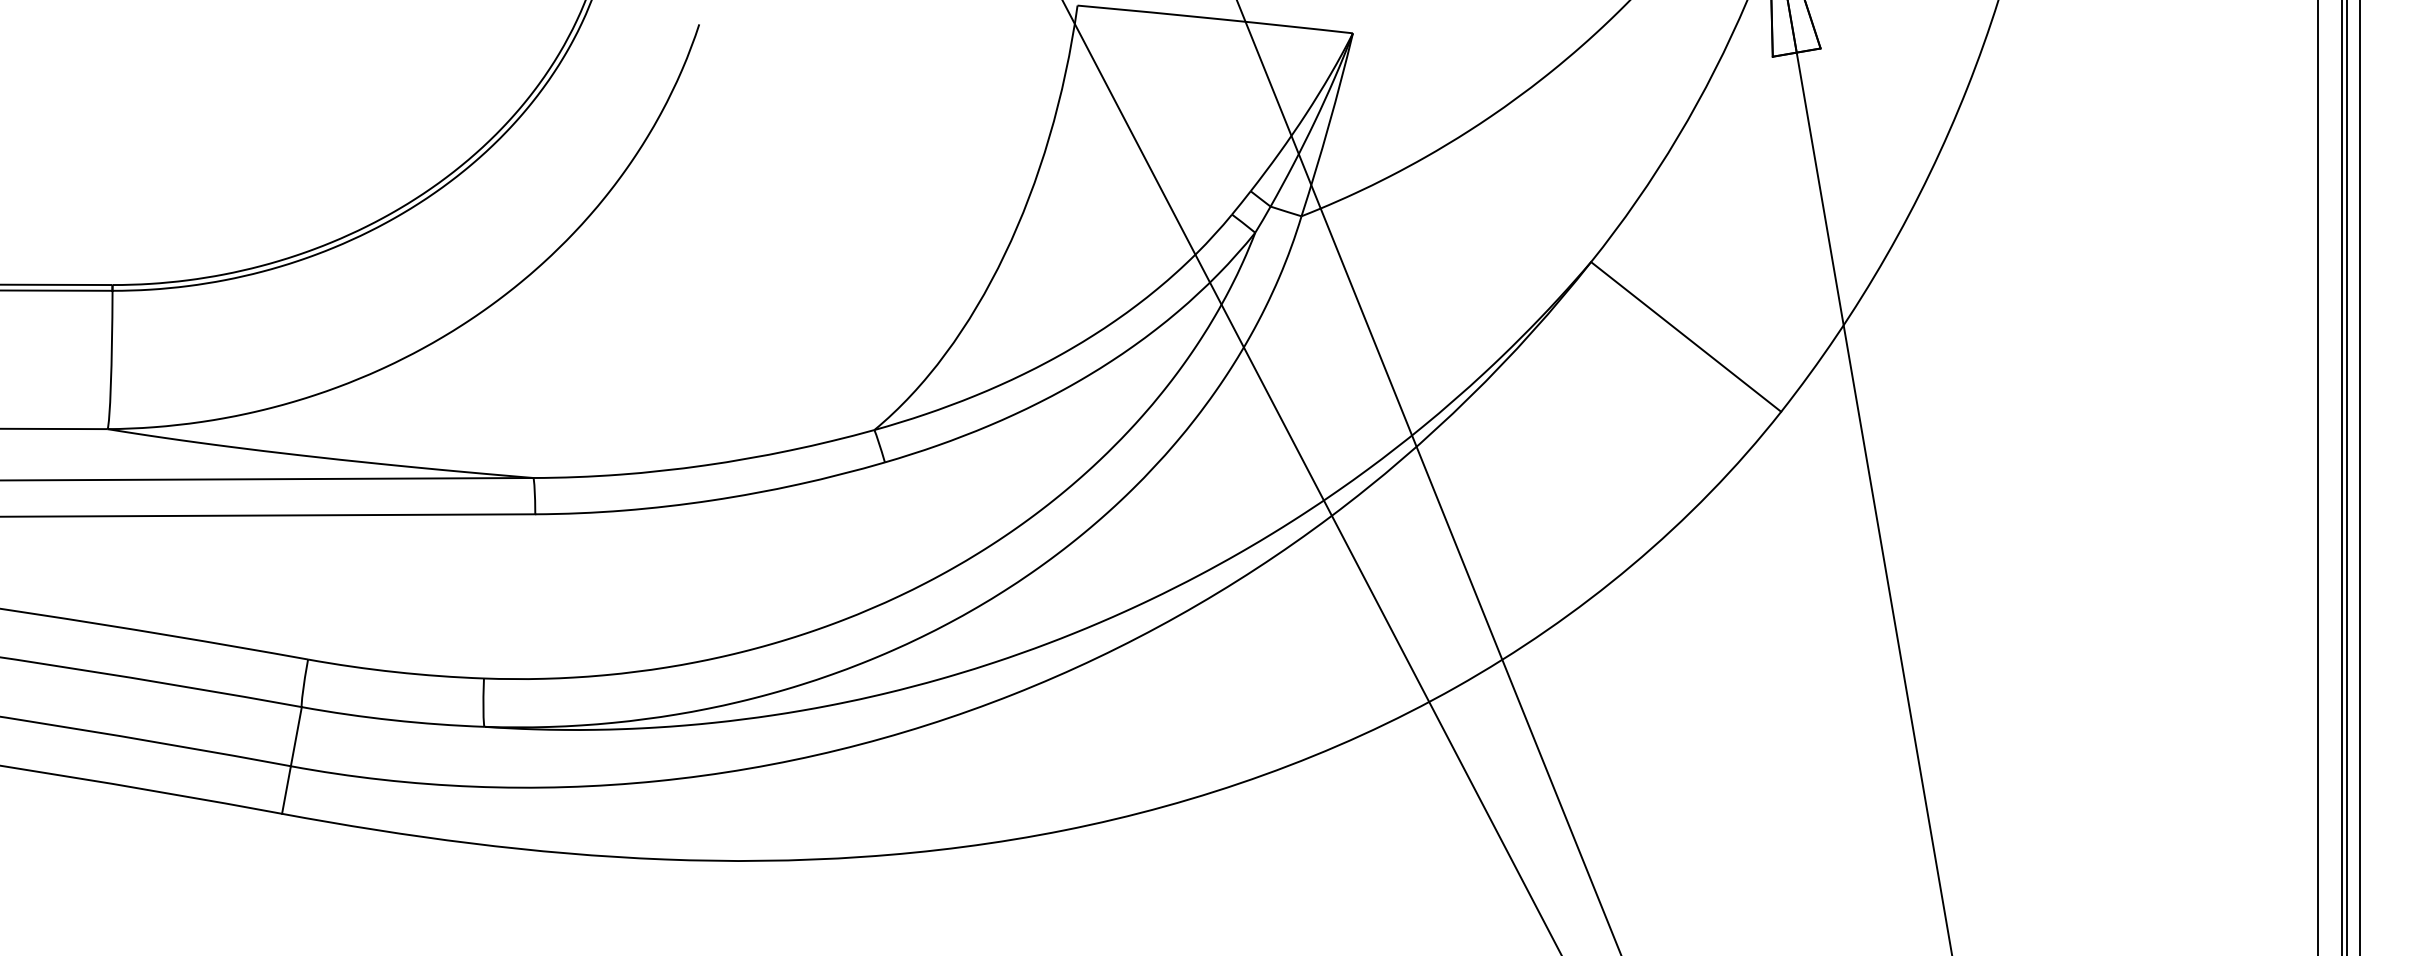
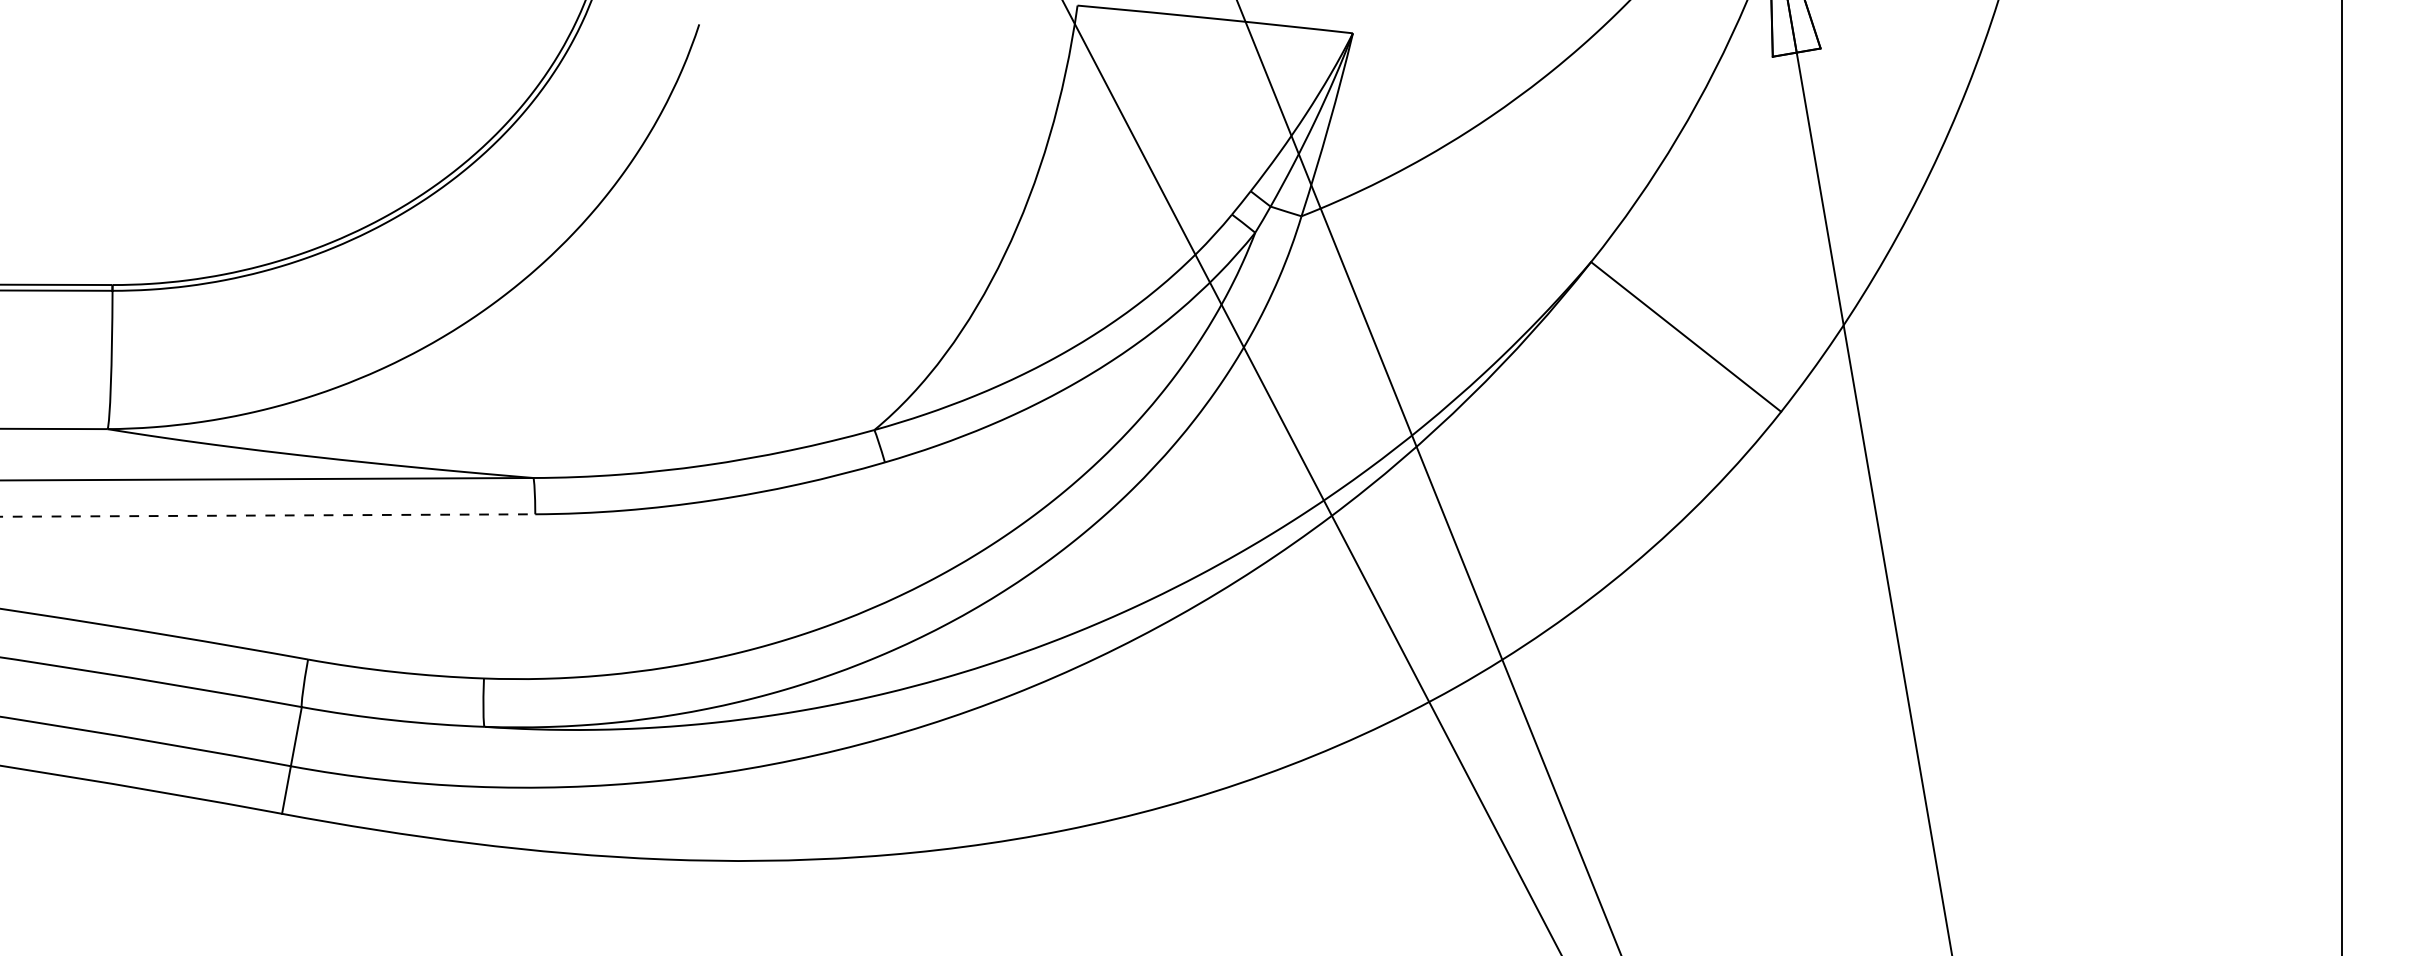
line at (2317, 477): present -> none
line at (2347, 477): present -> none
line at (2359, 477): present -> none
line at (268, 515): solid -> dashed
